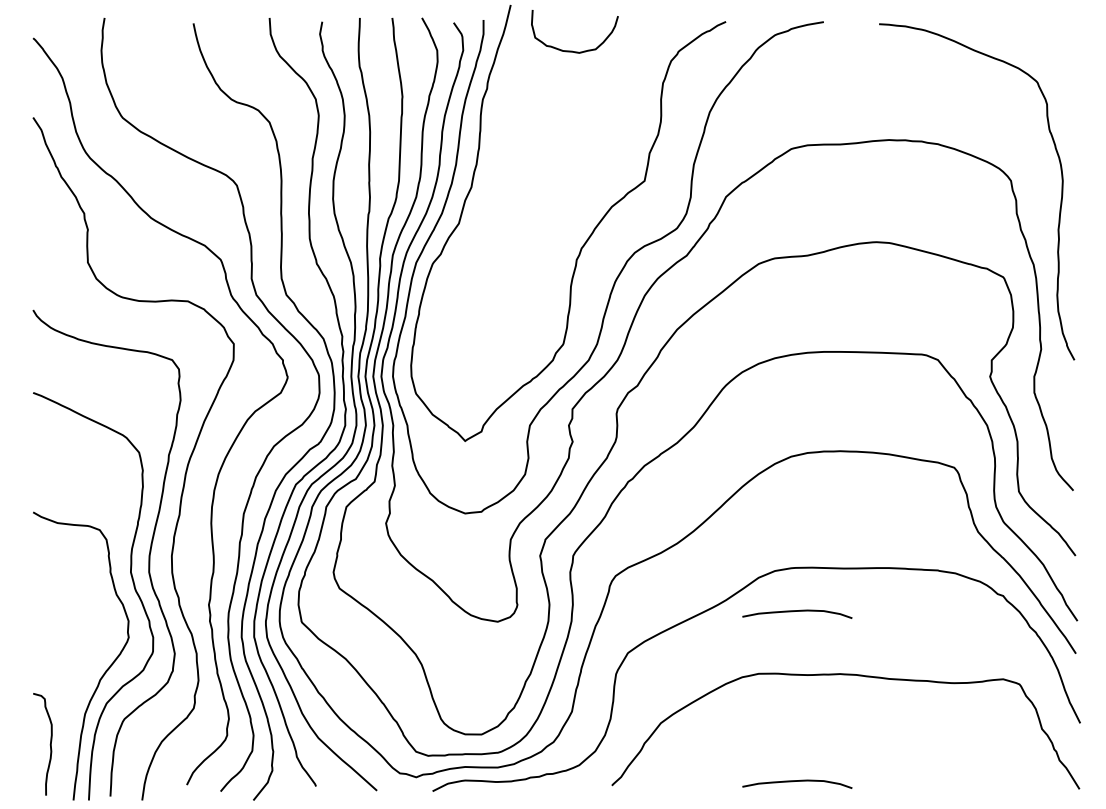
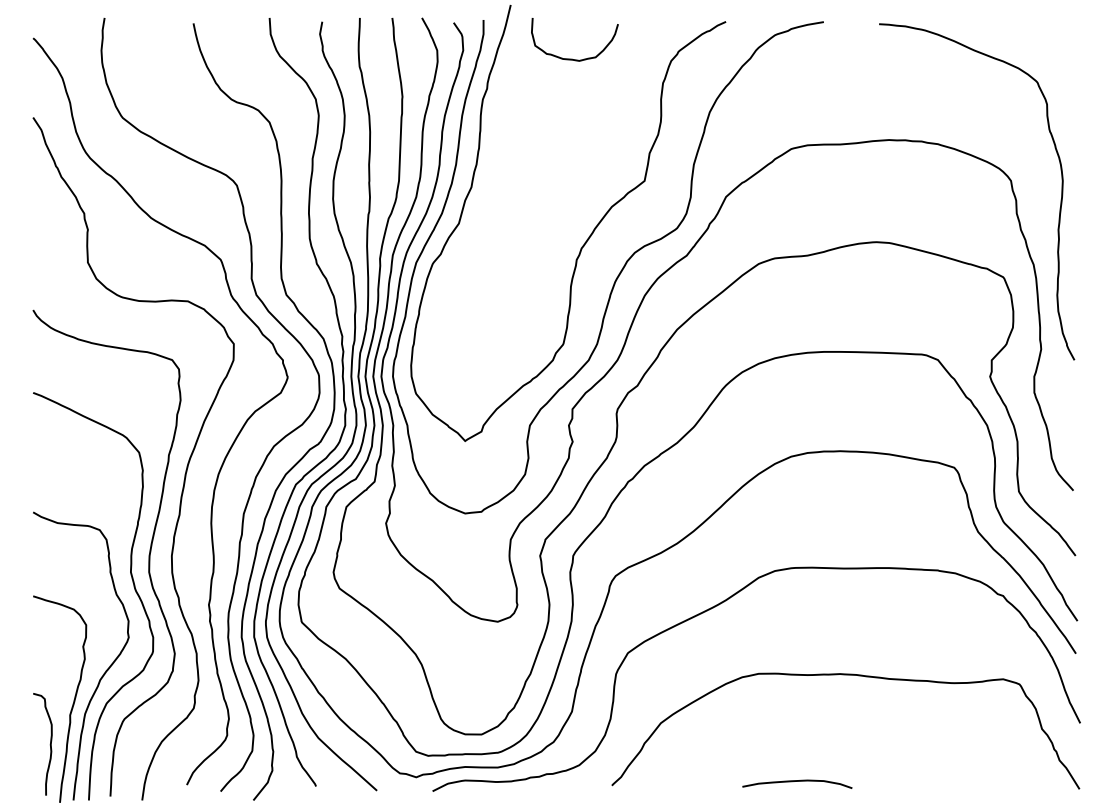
curve at (572, 50) position: (572, 50) -> (572, 58)
curve at (797, 611): present -> none
curve at (72, 703): none -> present
